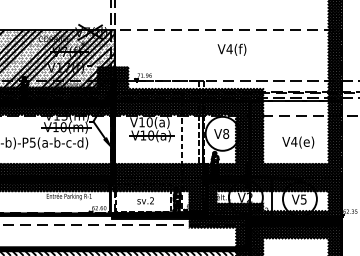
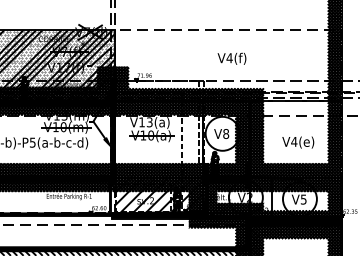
text at (231, 49) position: (231, 49) -> (231, 58)
text at (149, 122): V10(a) -> V13(a)
hatch at (158, 195): none -> present
